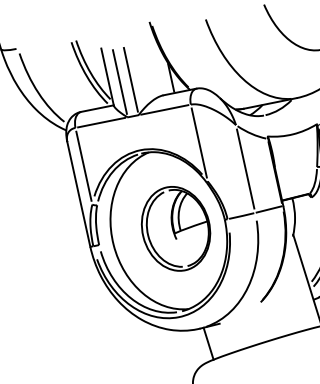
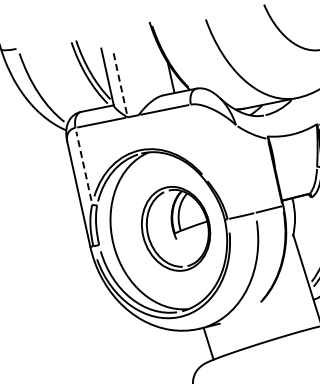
line at (130, 79): present -> none
line at (119, 82): solid -> dashed
line at (198, 142): present -> none
line at (83, 165): solid -> dashed
line at (245, 168): present -> none
